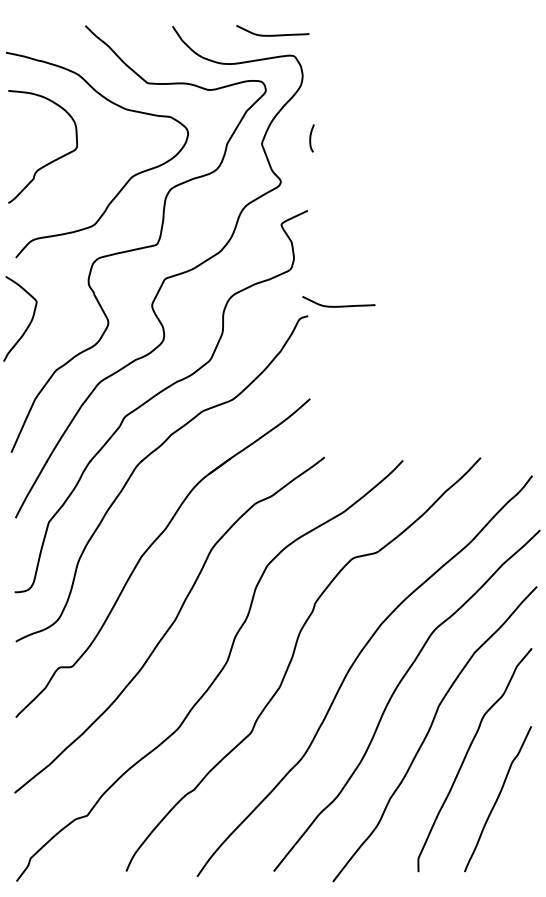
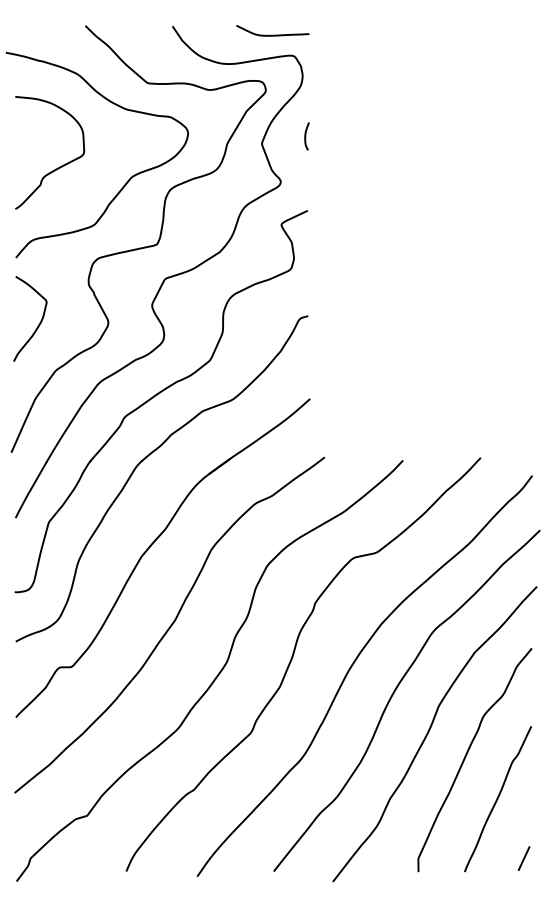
curve at (311, 138) position: (311, 138) -> (306, 136)
curve at (50, 161) position: (50, 161) -> (57, 167)
curve at (338, 305): present -> none
curve at (29, 322) position: (29, 322) -> (39, 322)
line at (523, 858): none -> present
